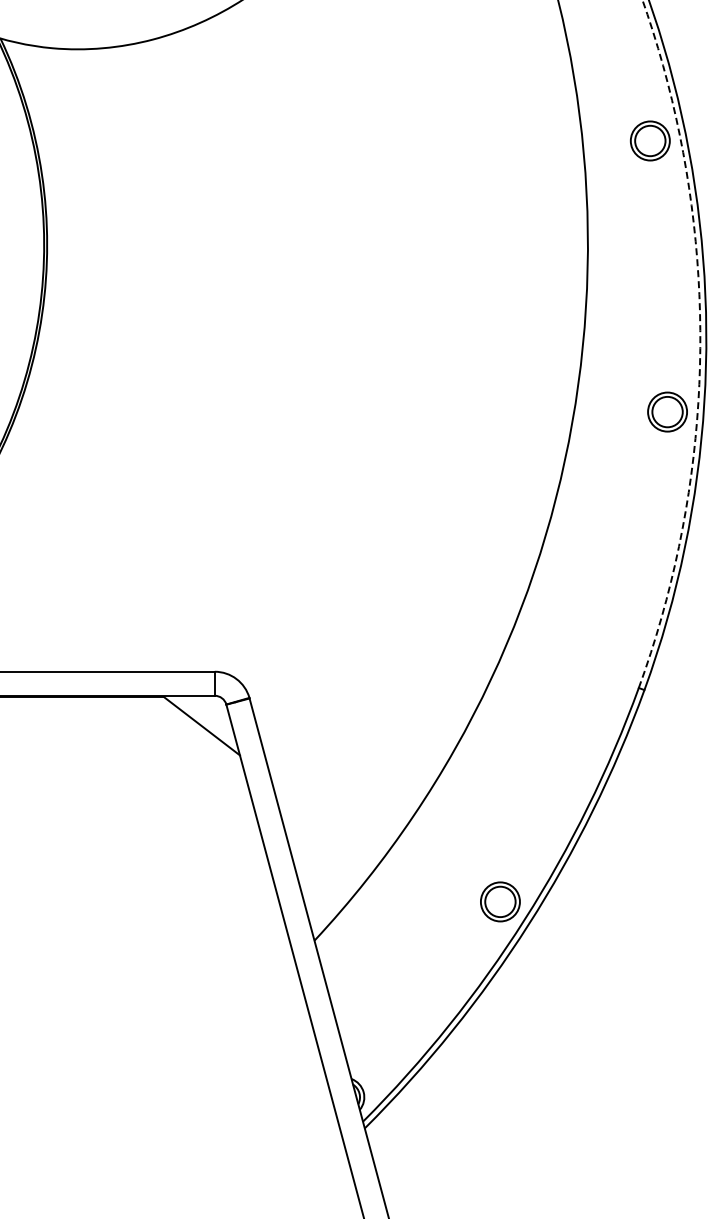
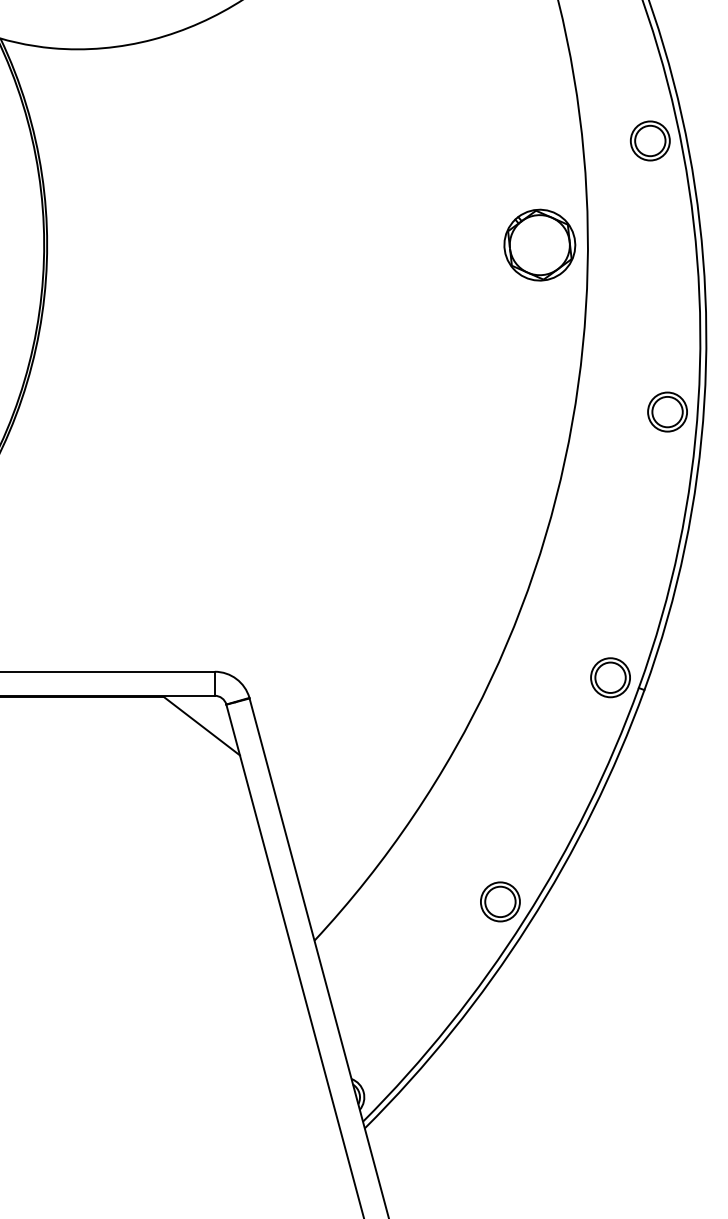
part at (539, 244): none -> present
arc at (700, 345): dashed -> solid
part at (610, 677): none -> present
